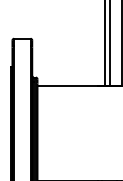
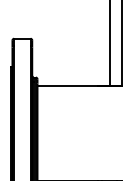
line at (105, 43): present -> none
